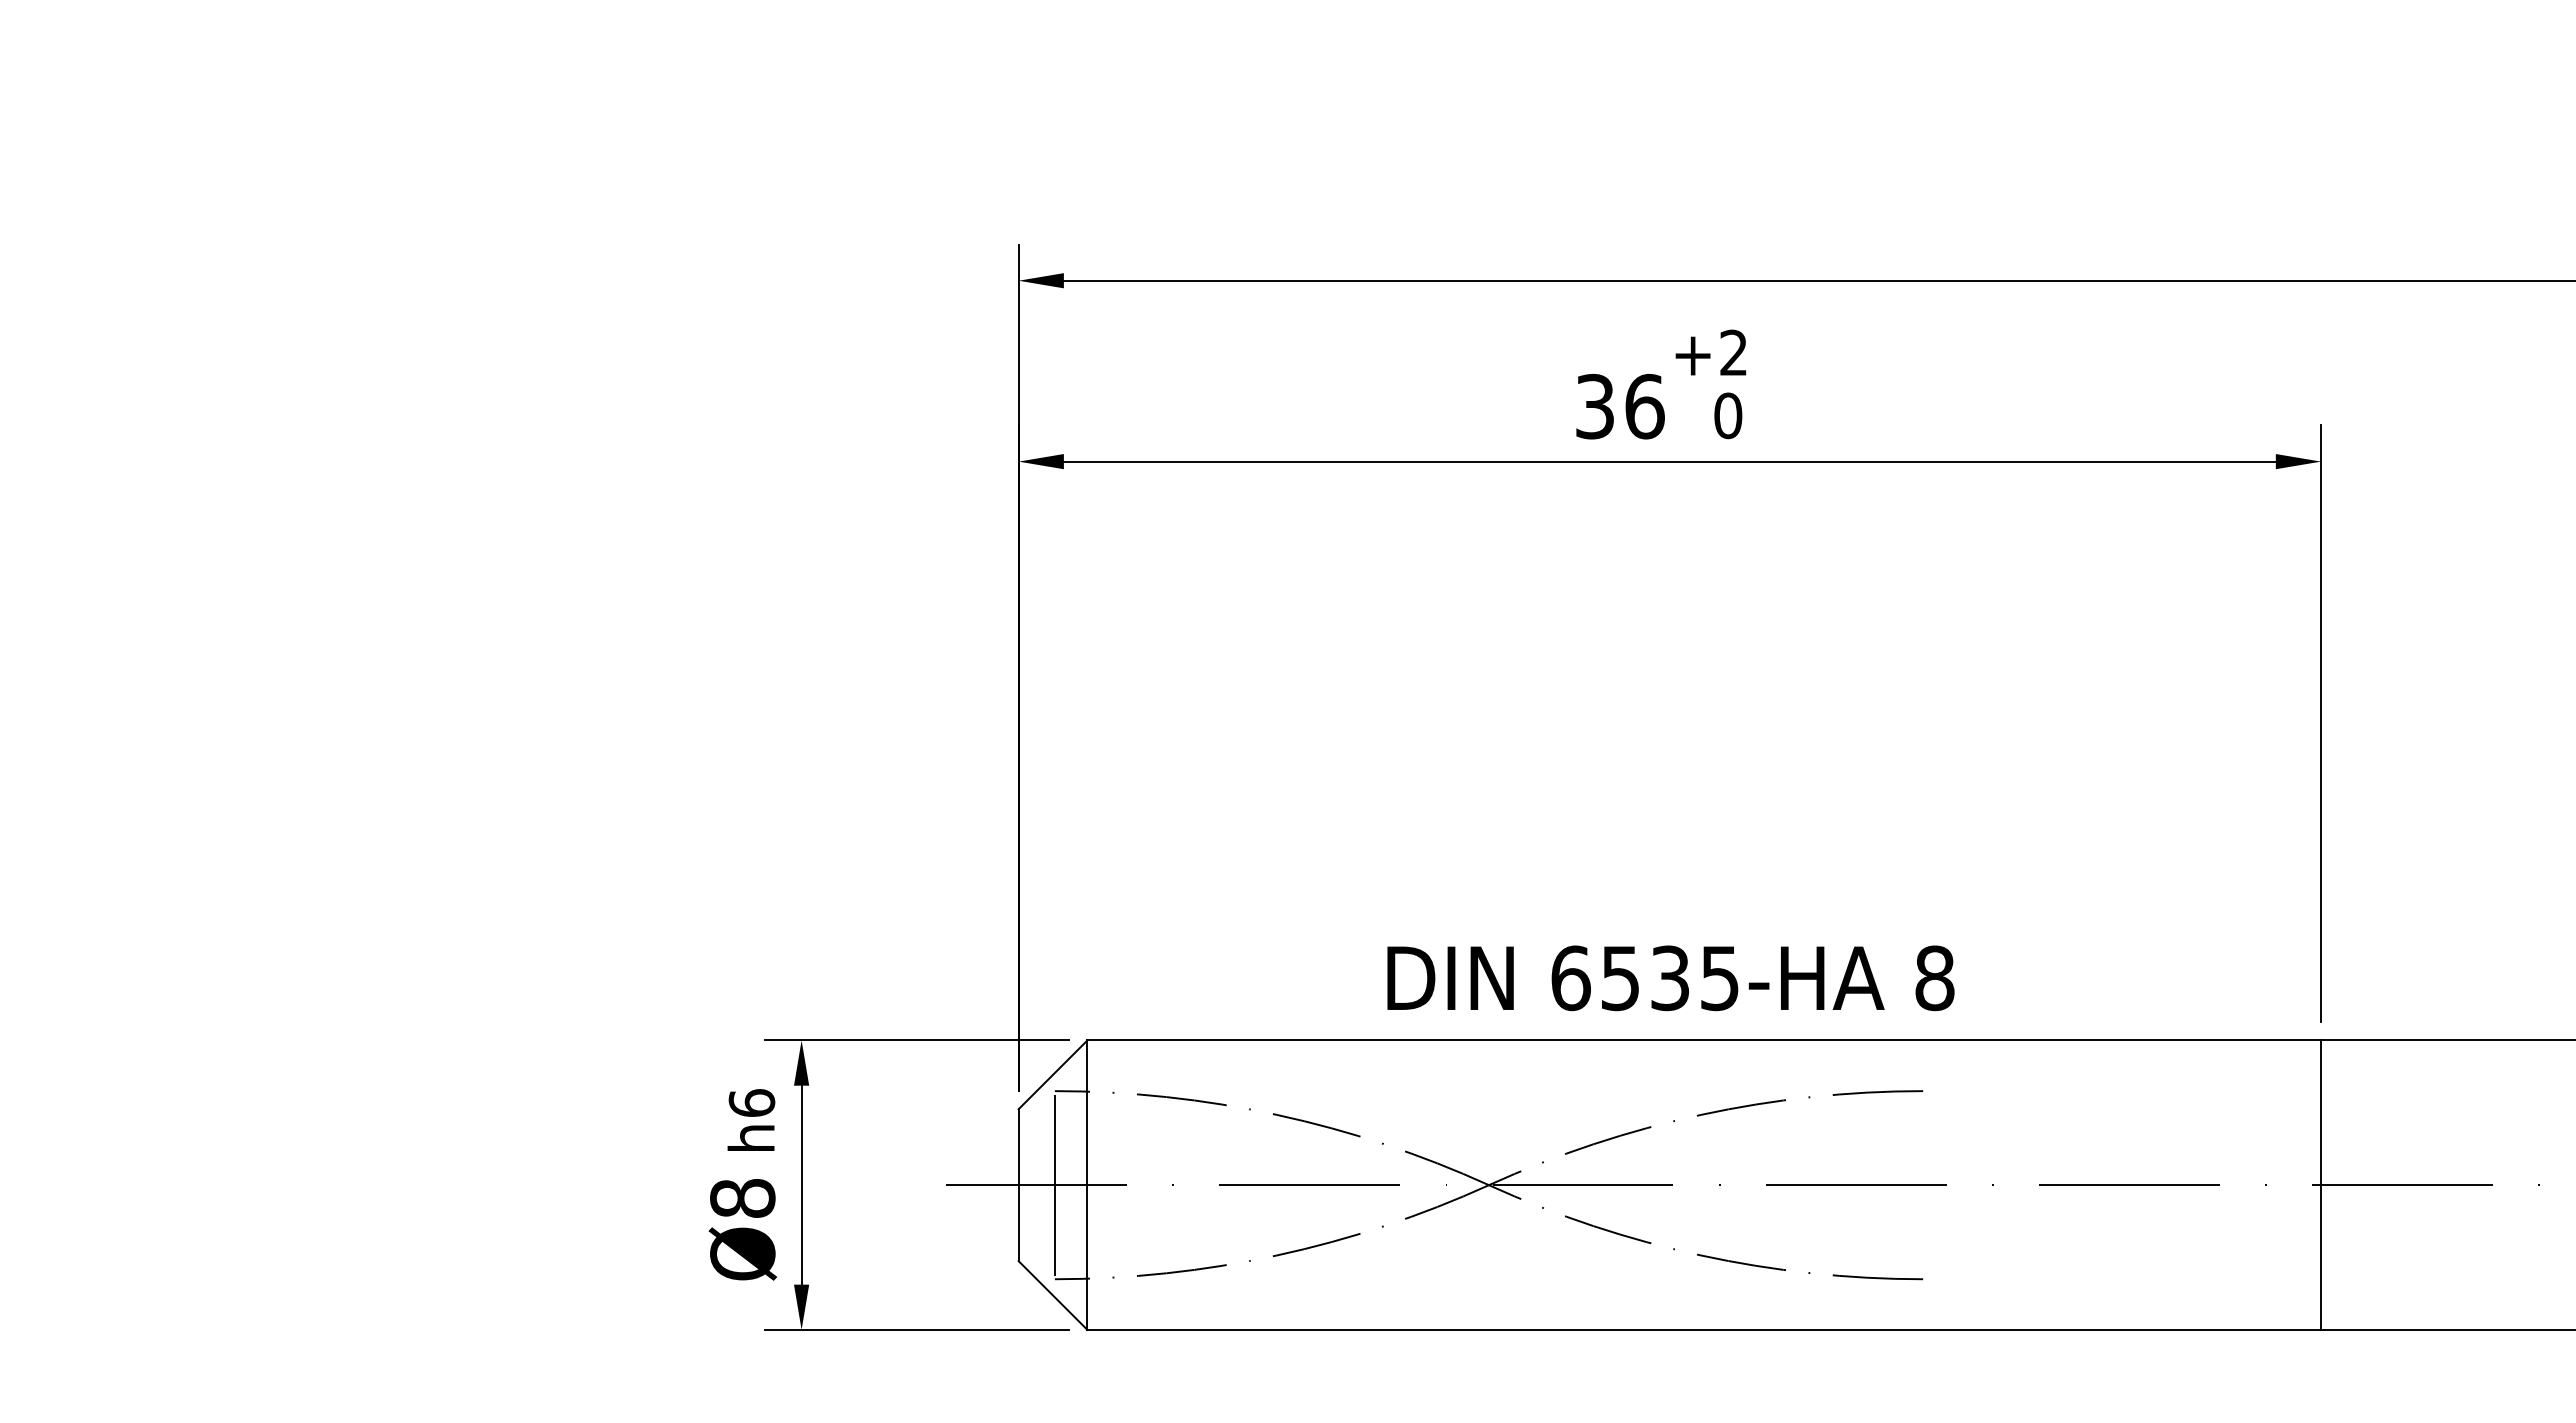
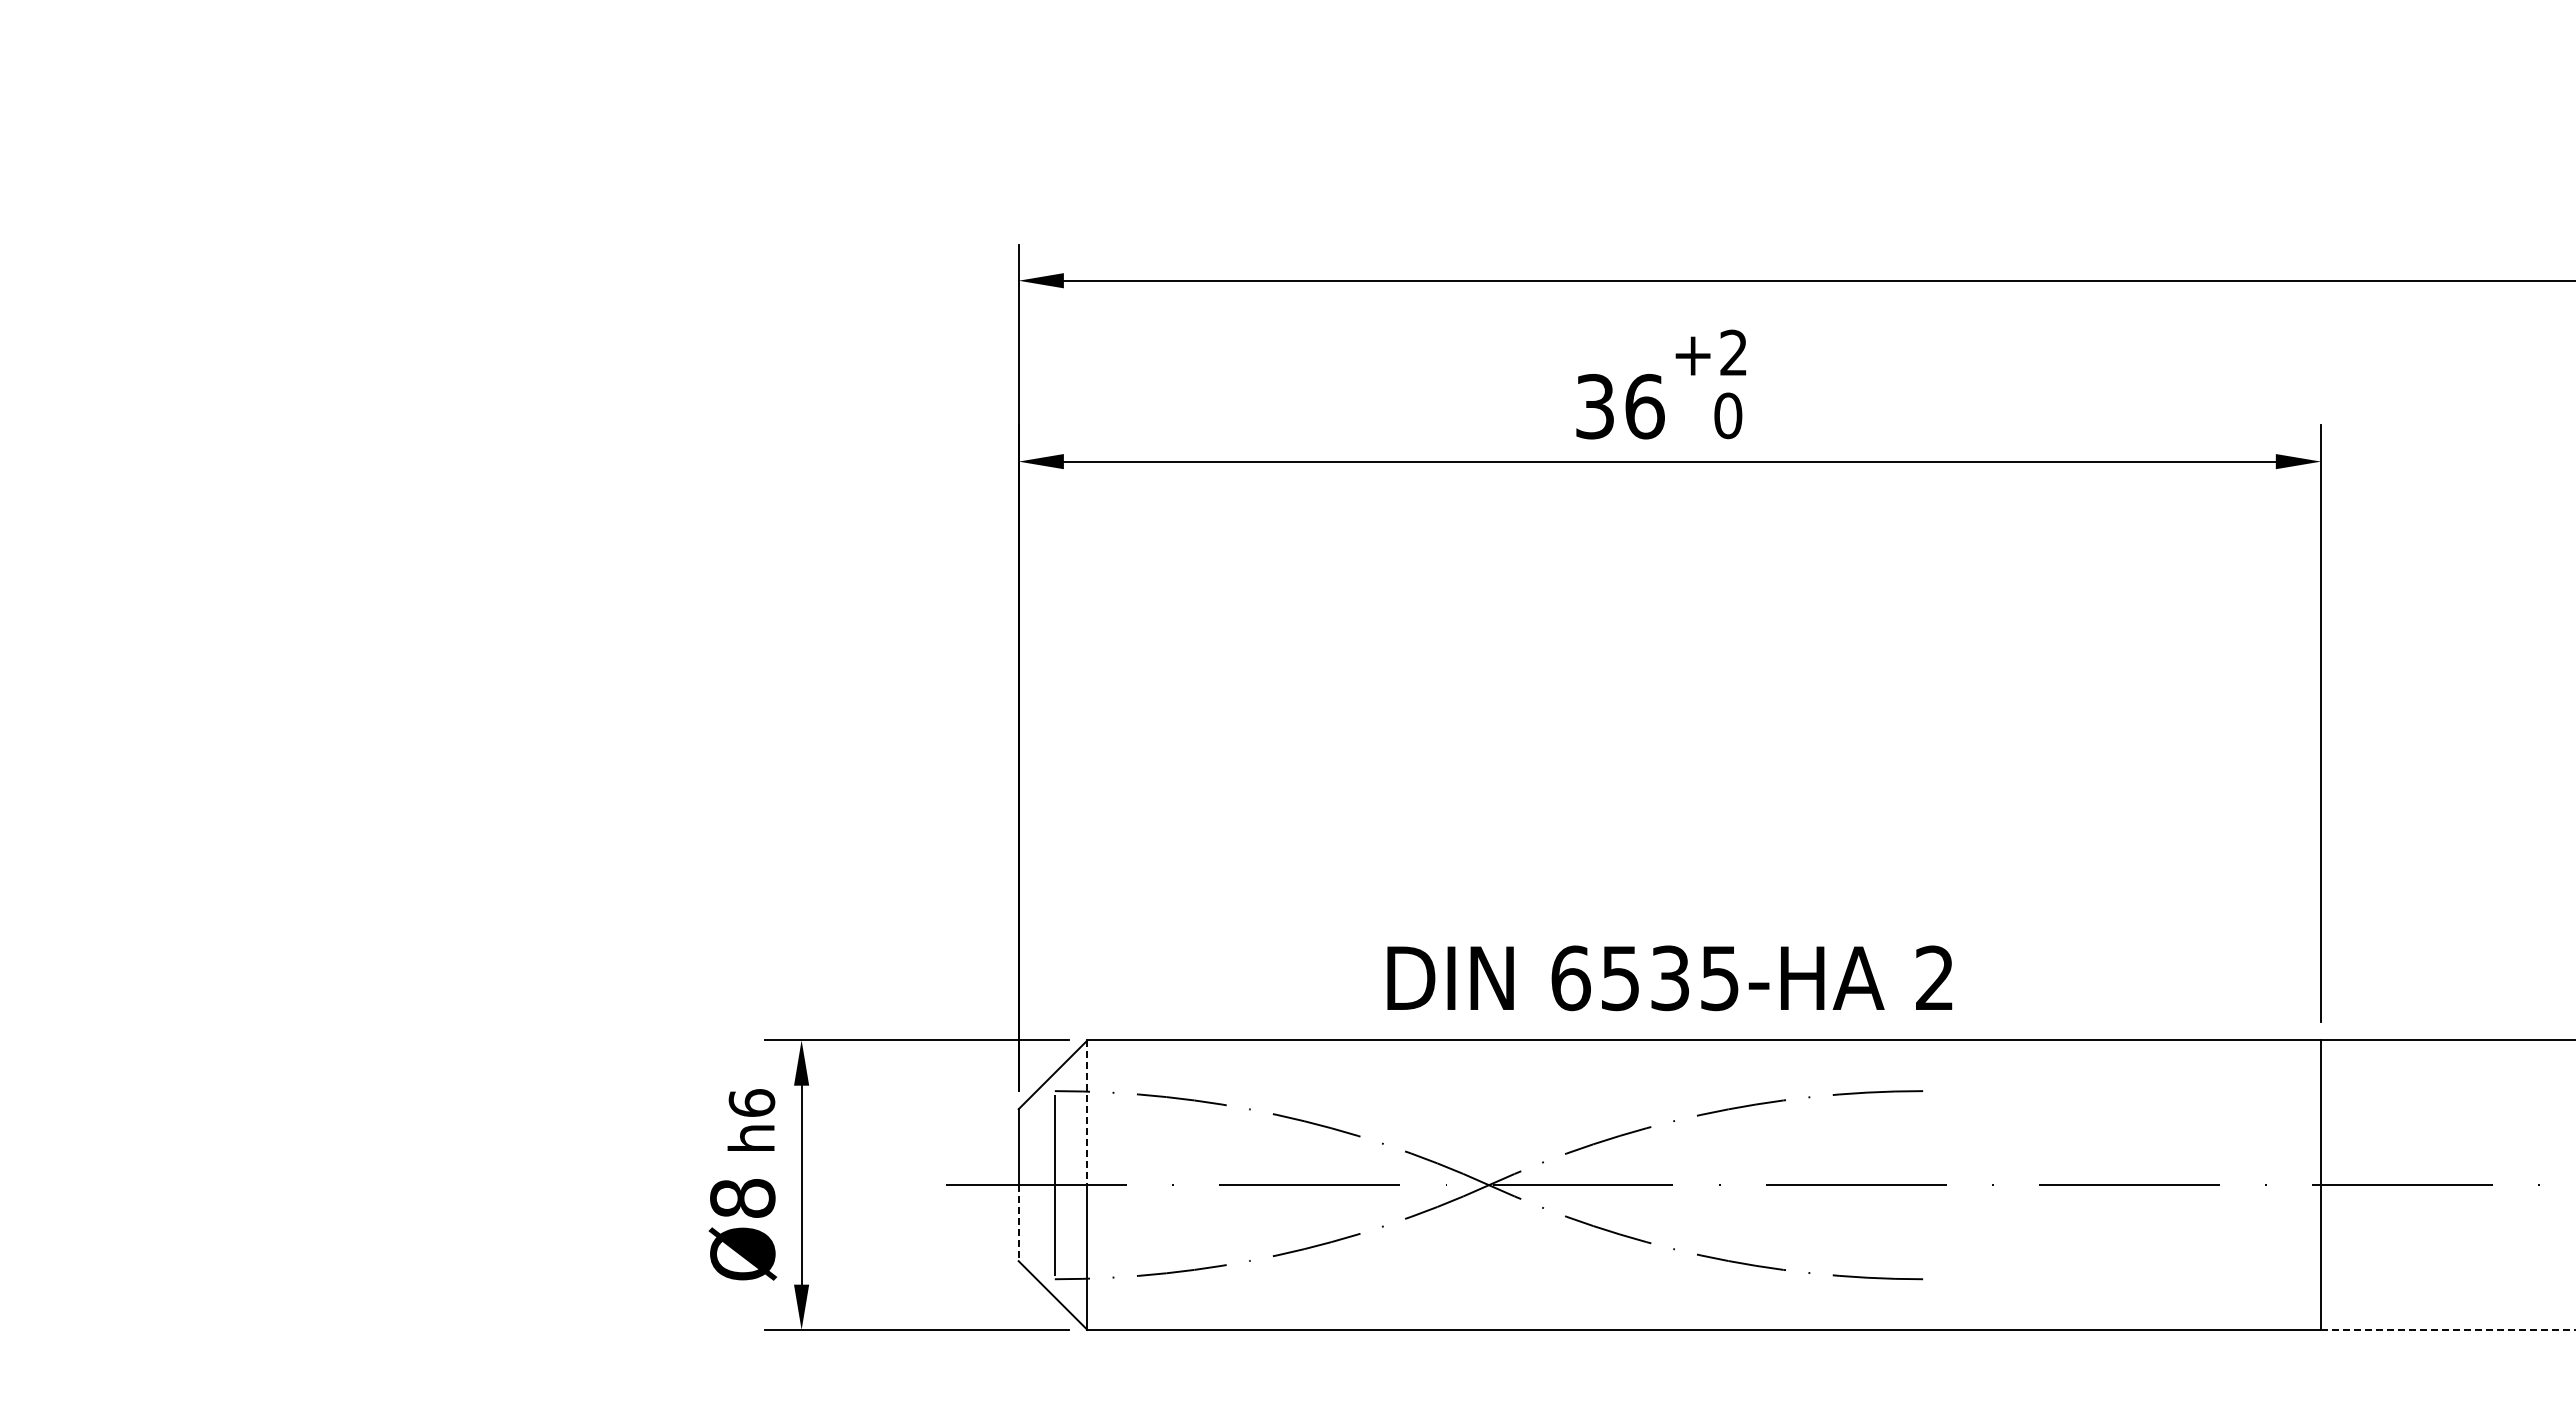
text at (1934, 978): 8 -> 2
line at (1087, 1113): solid -> dashed
line at (1018, 1223): solid -> dashed
line at (2448, 1329): solid -> dashed
